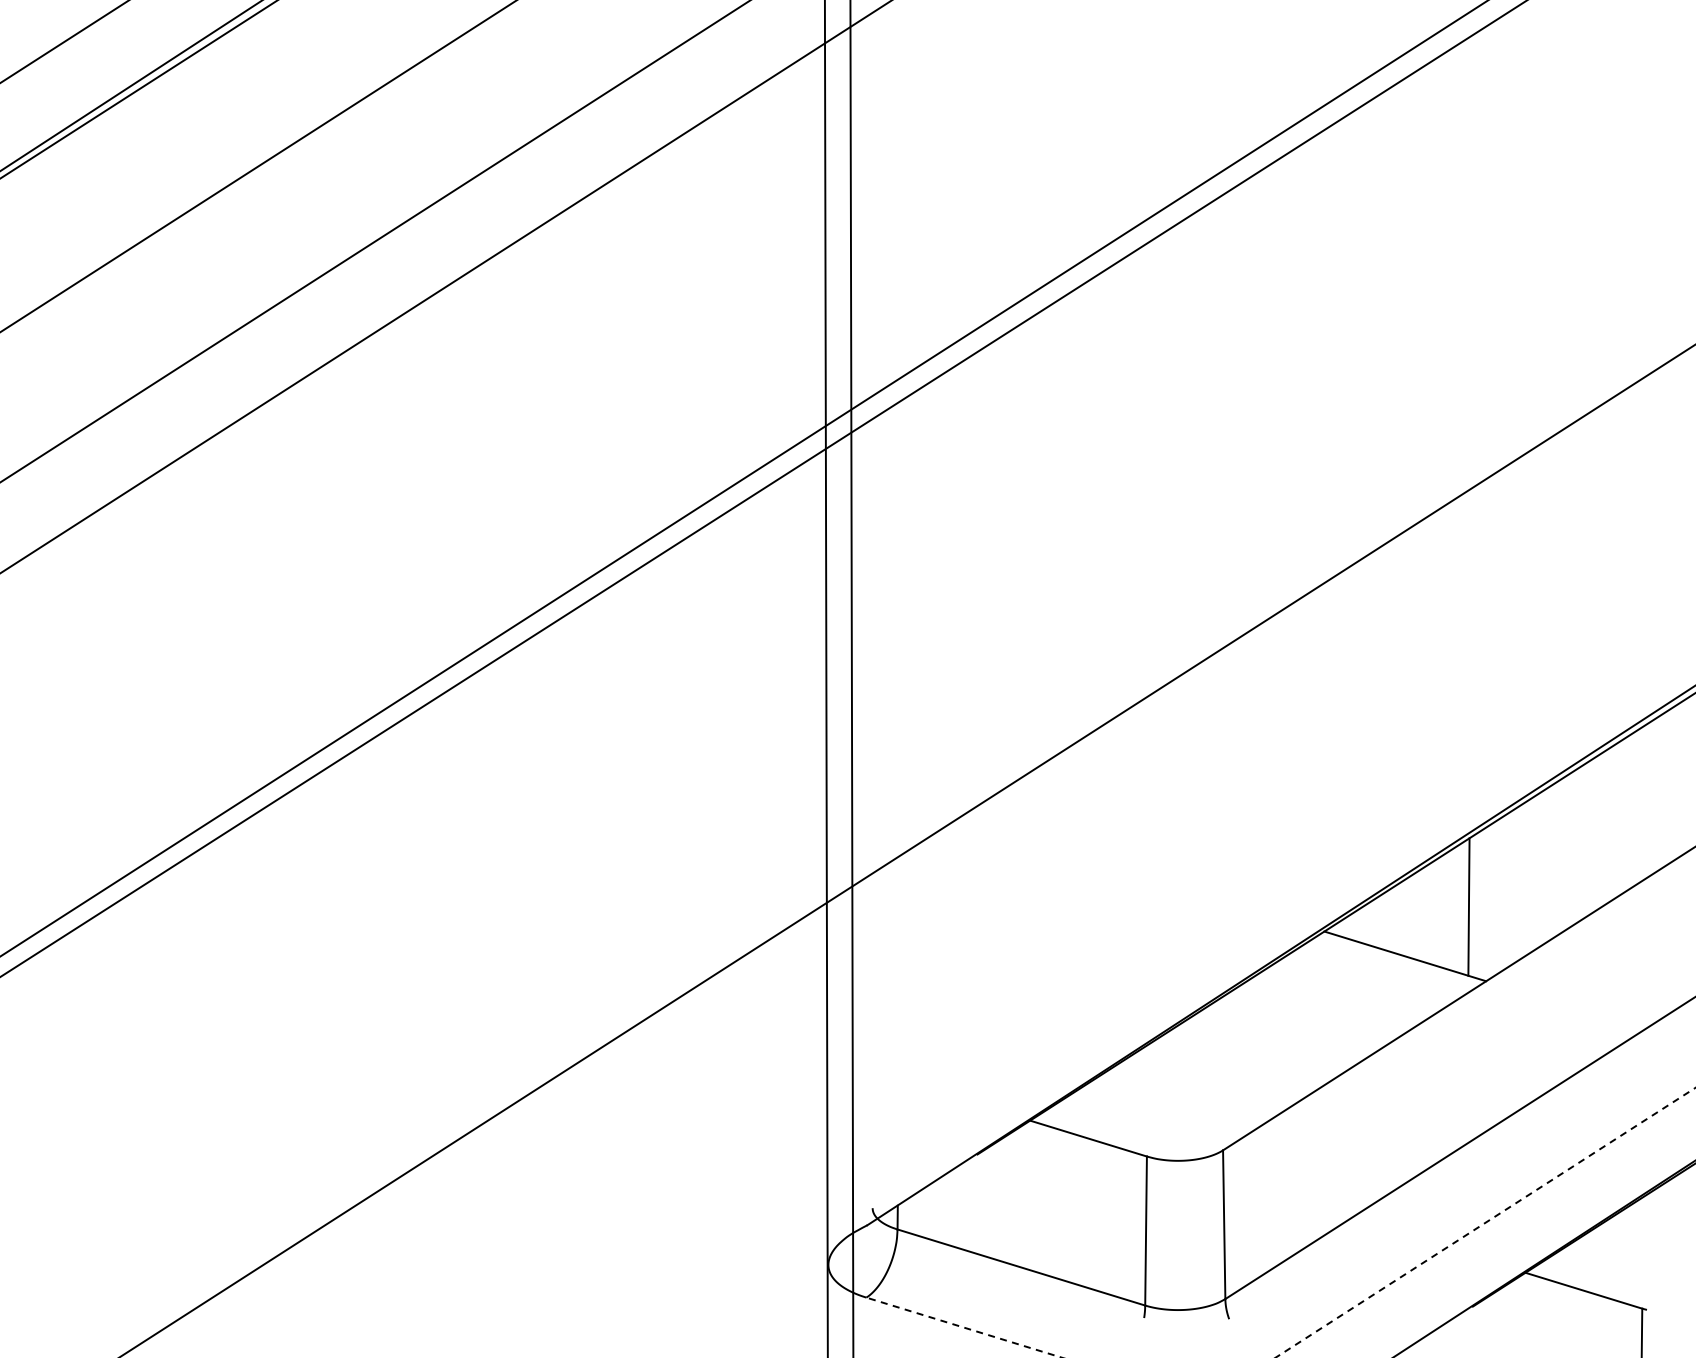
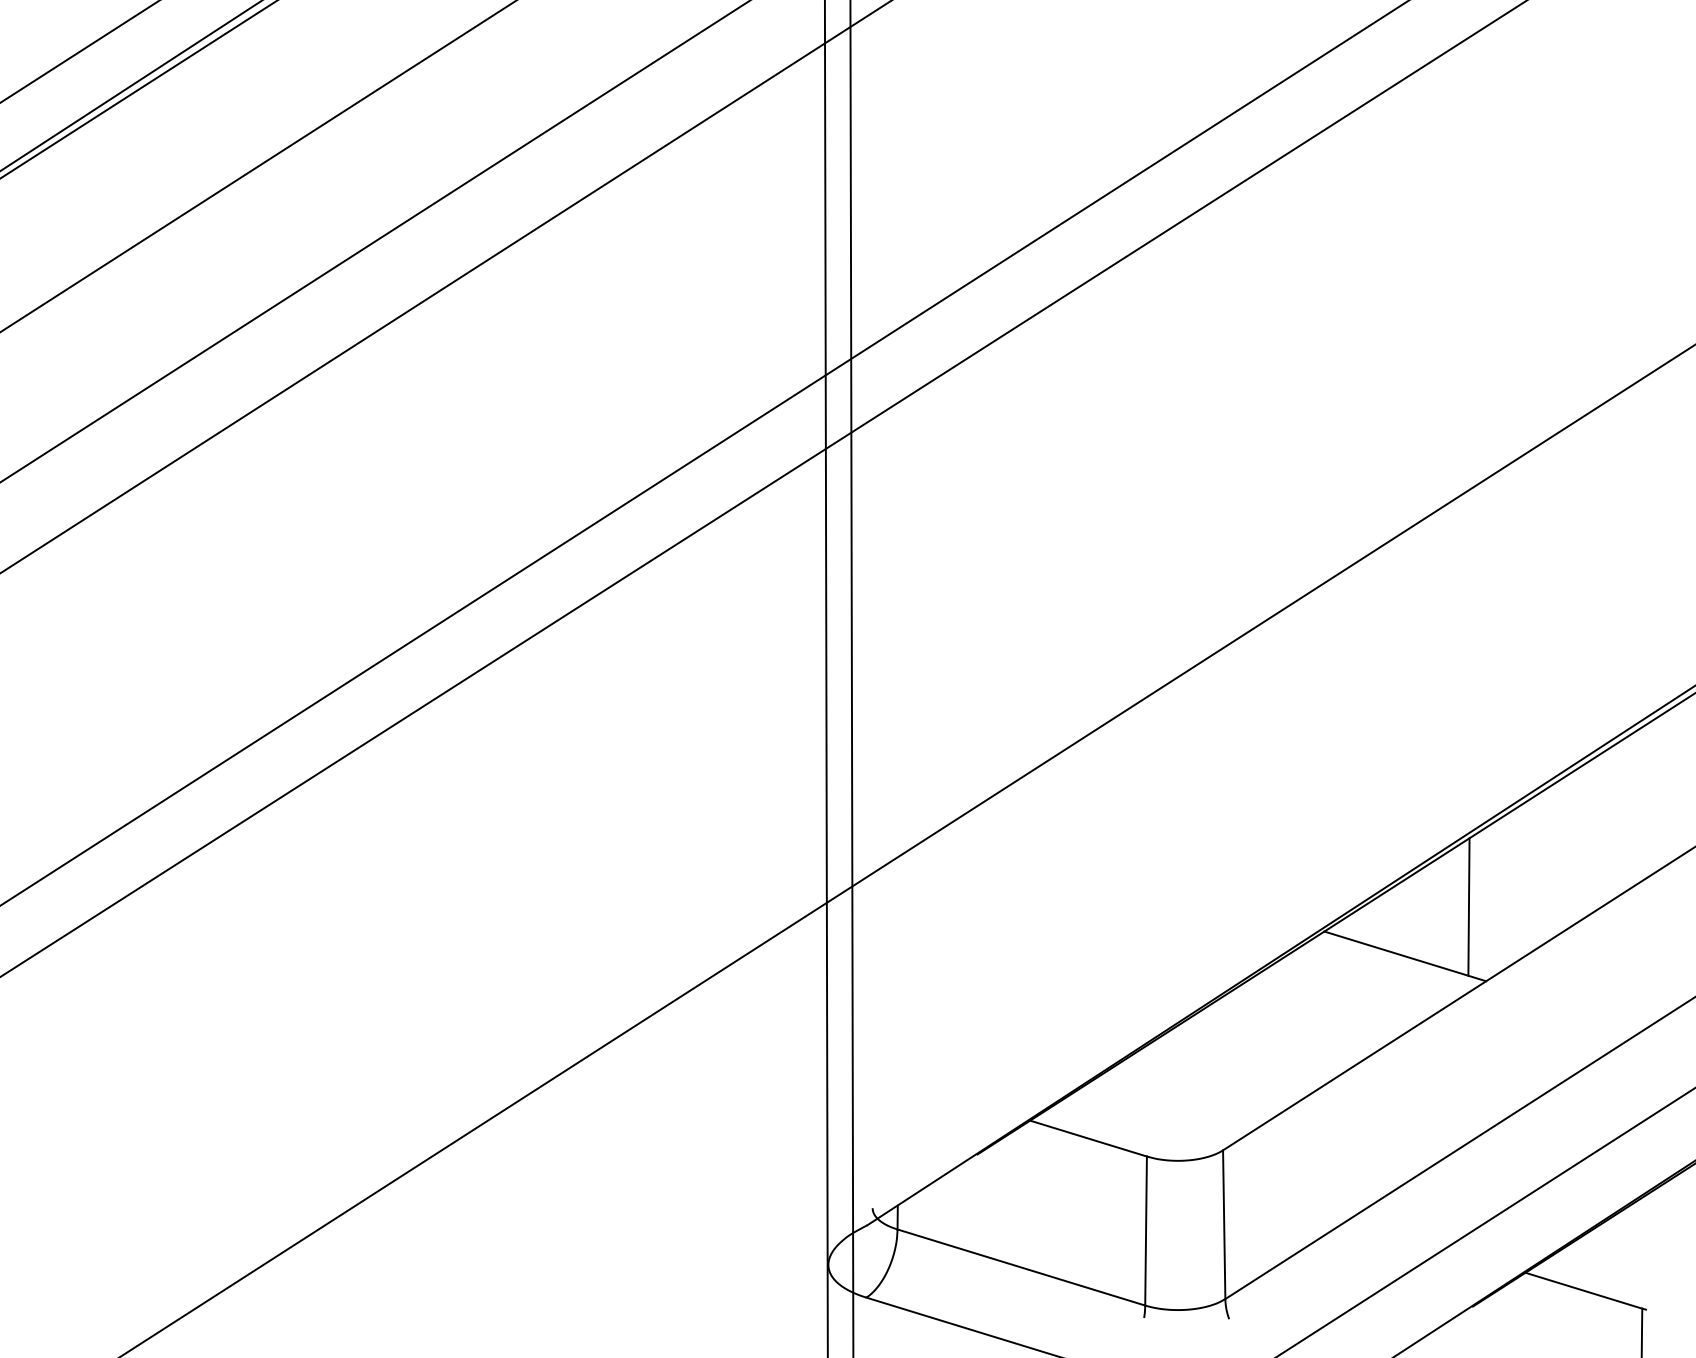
line at (64, 41) position: (64, 41) -> (79, 51)
line at (743, 478) position: (743, 478) -> (704, 453)
line at (1485, 1222): dashed -> solid
line at (964, 1327): dashed -> solid
